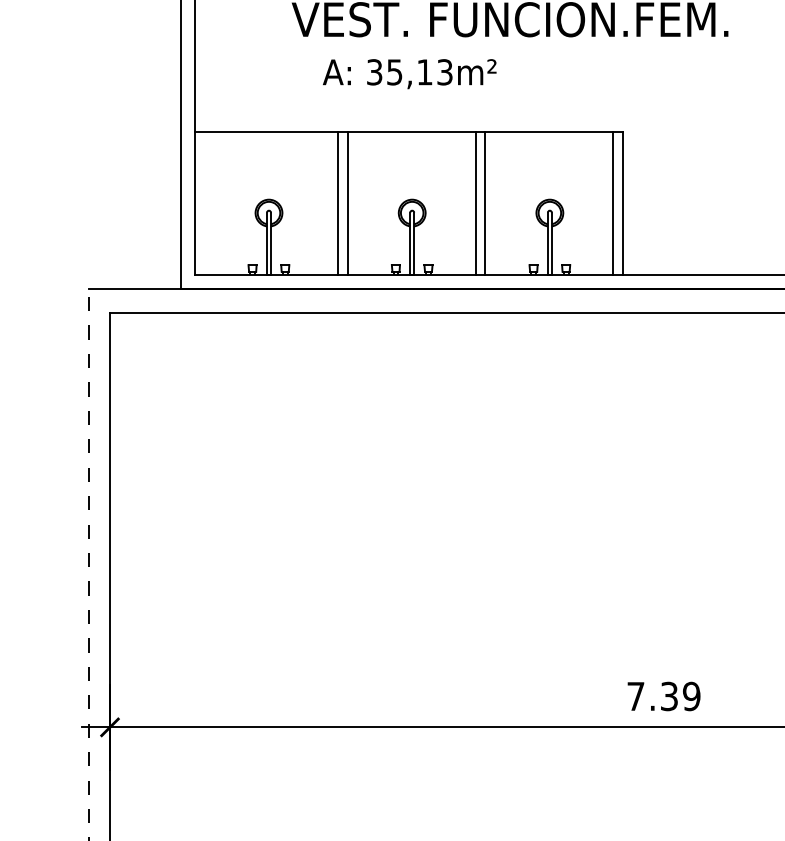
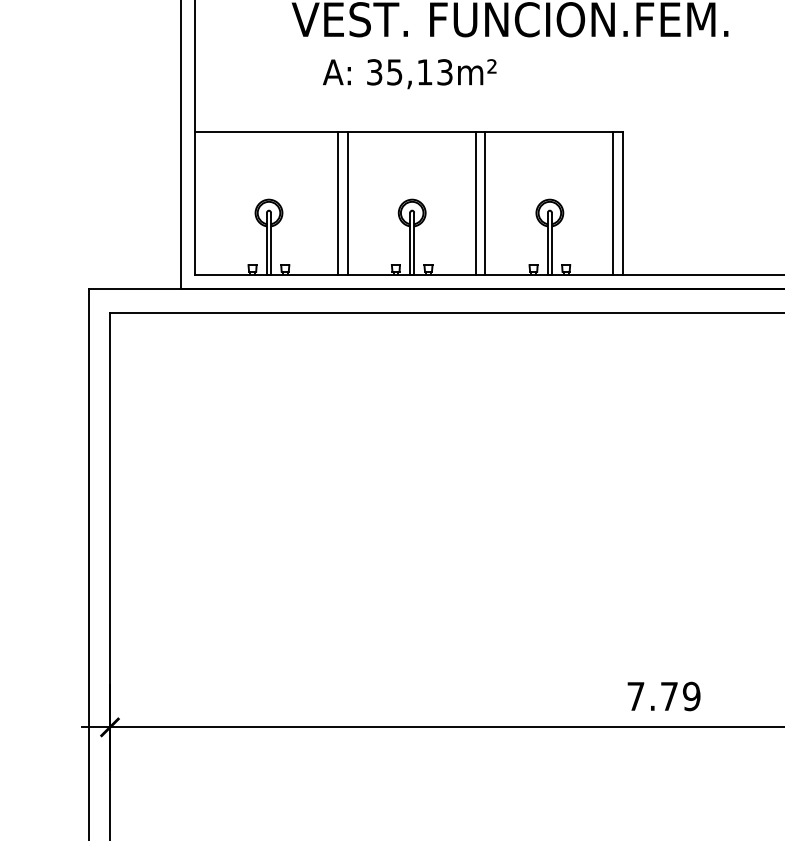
line at (88, 564): dashed -> solid
text at (669, 696): 7.39 -> 7.79
